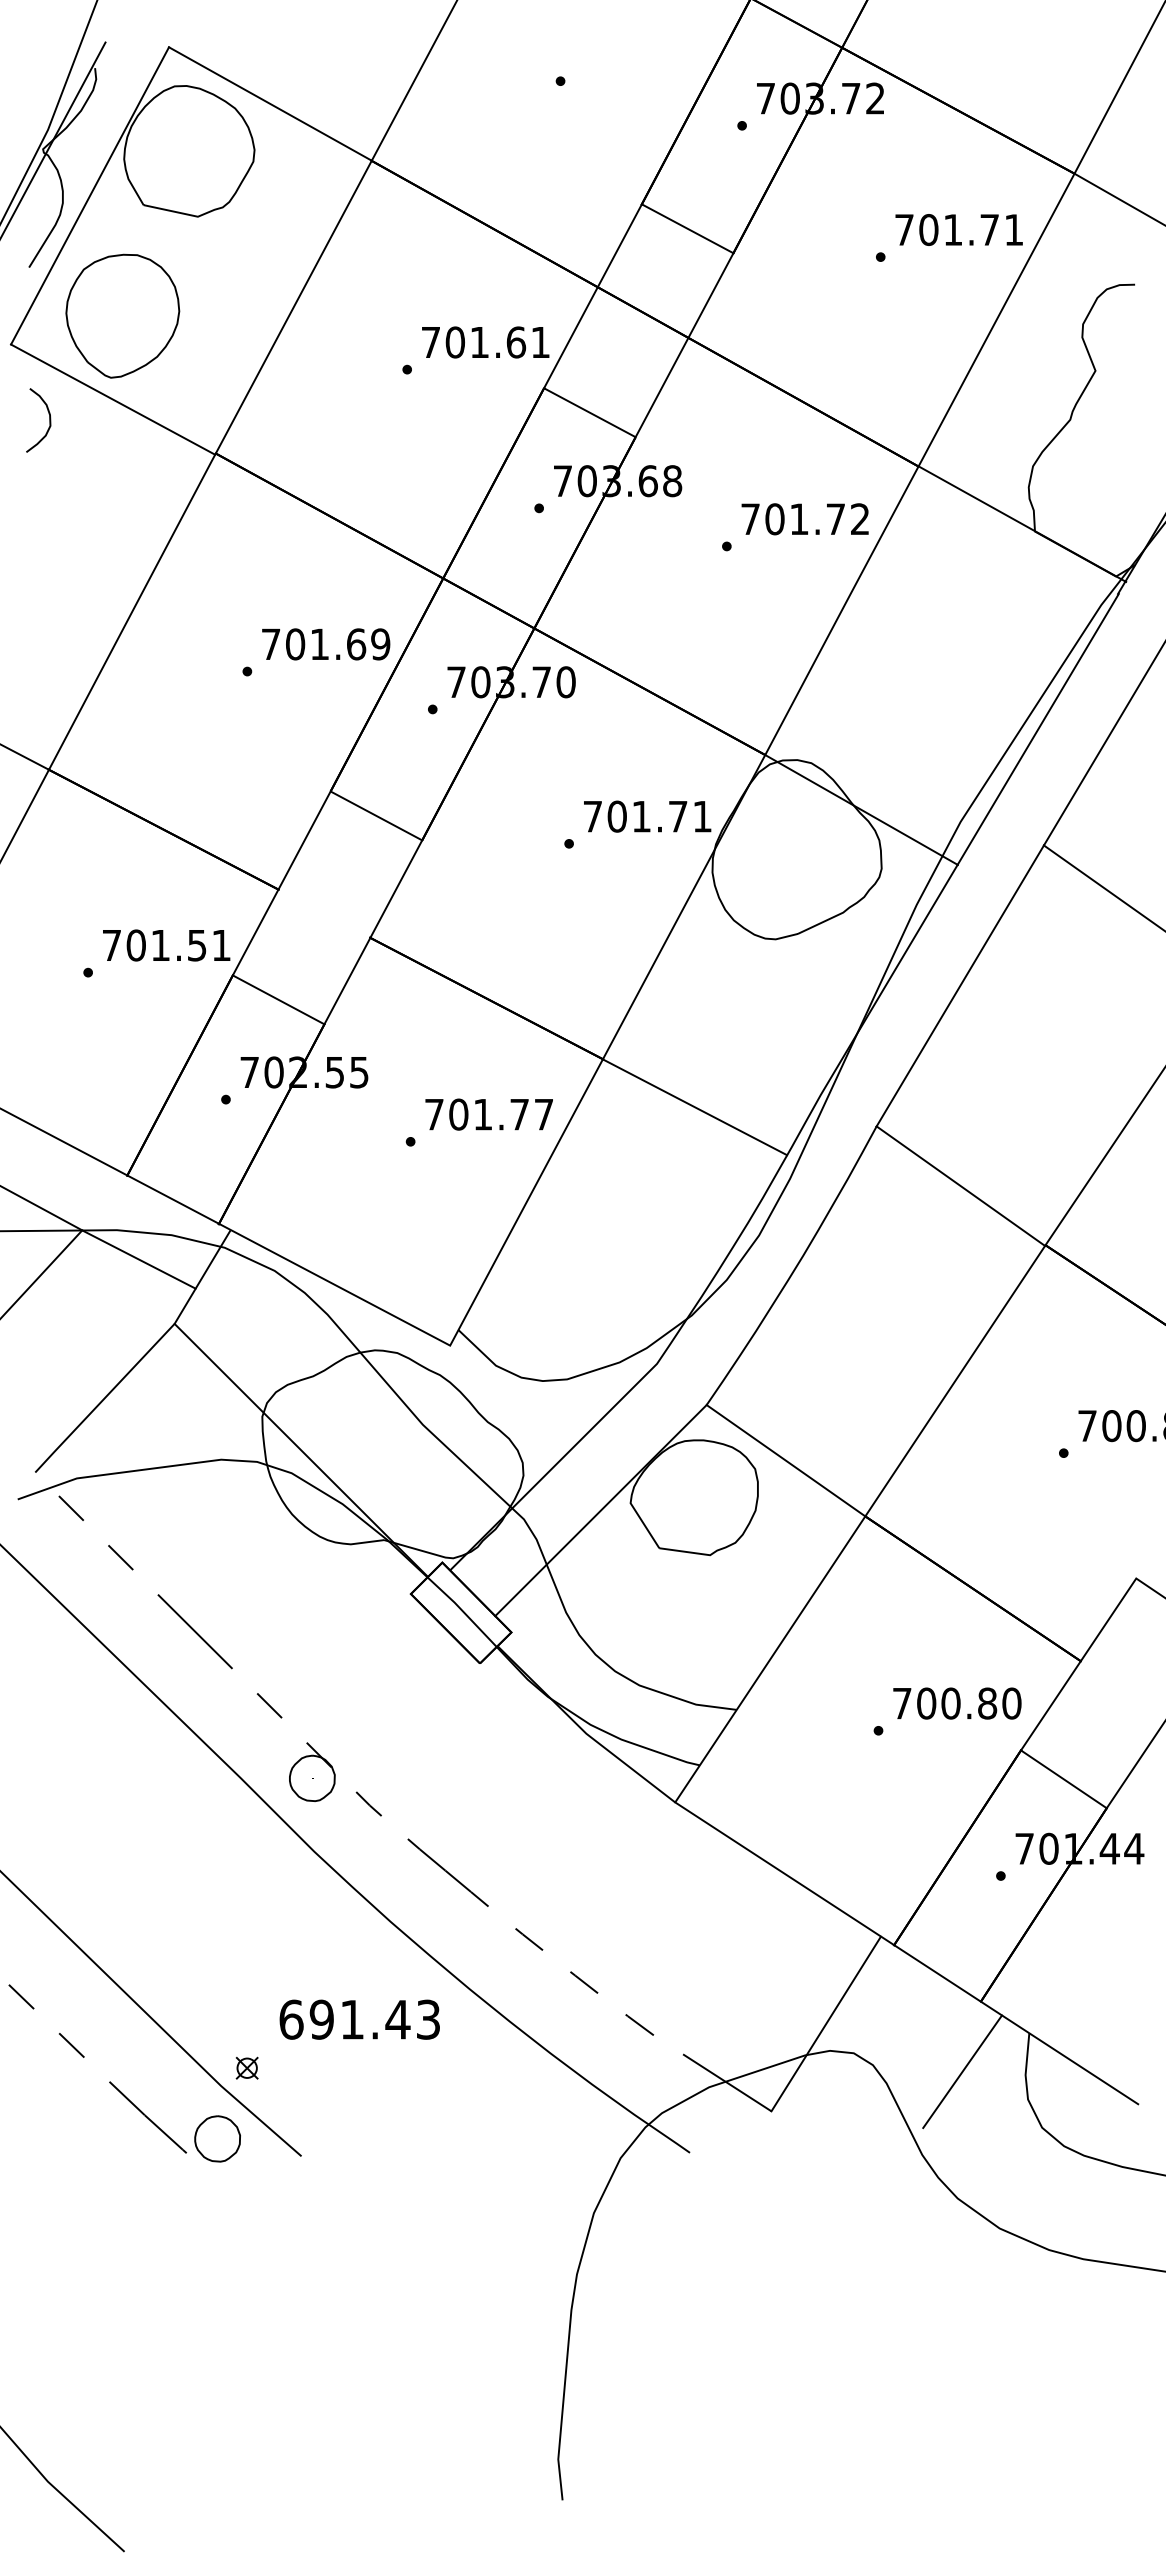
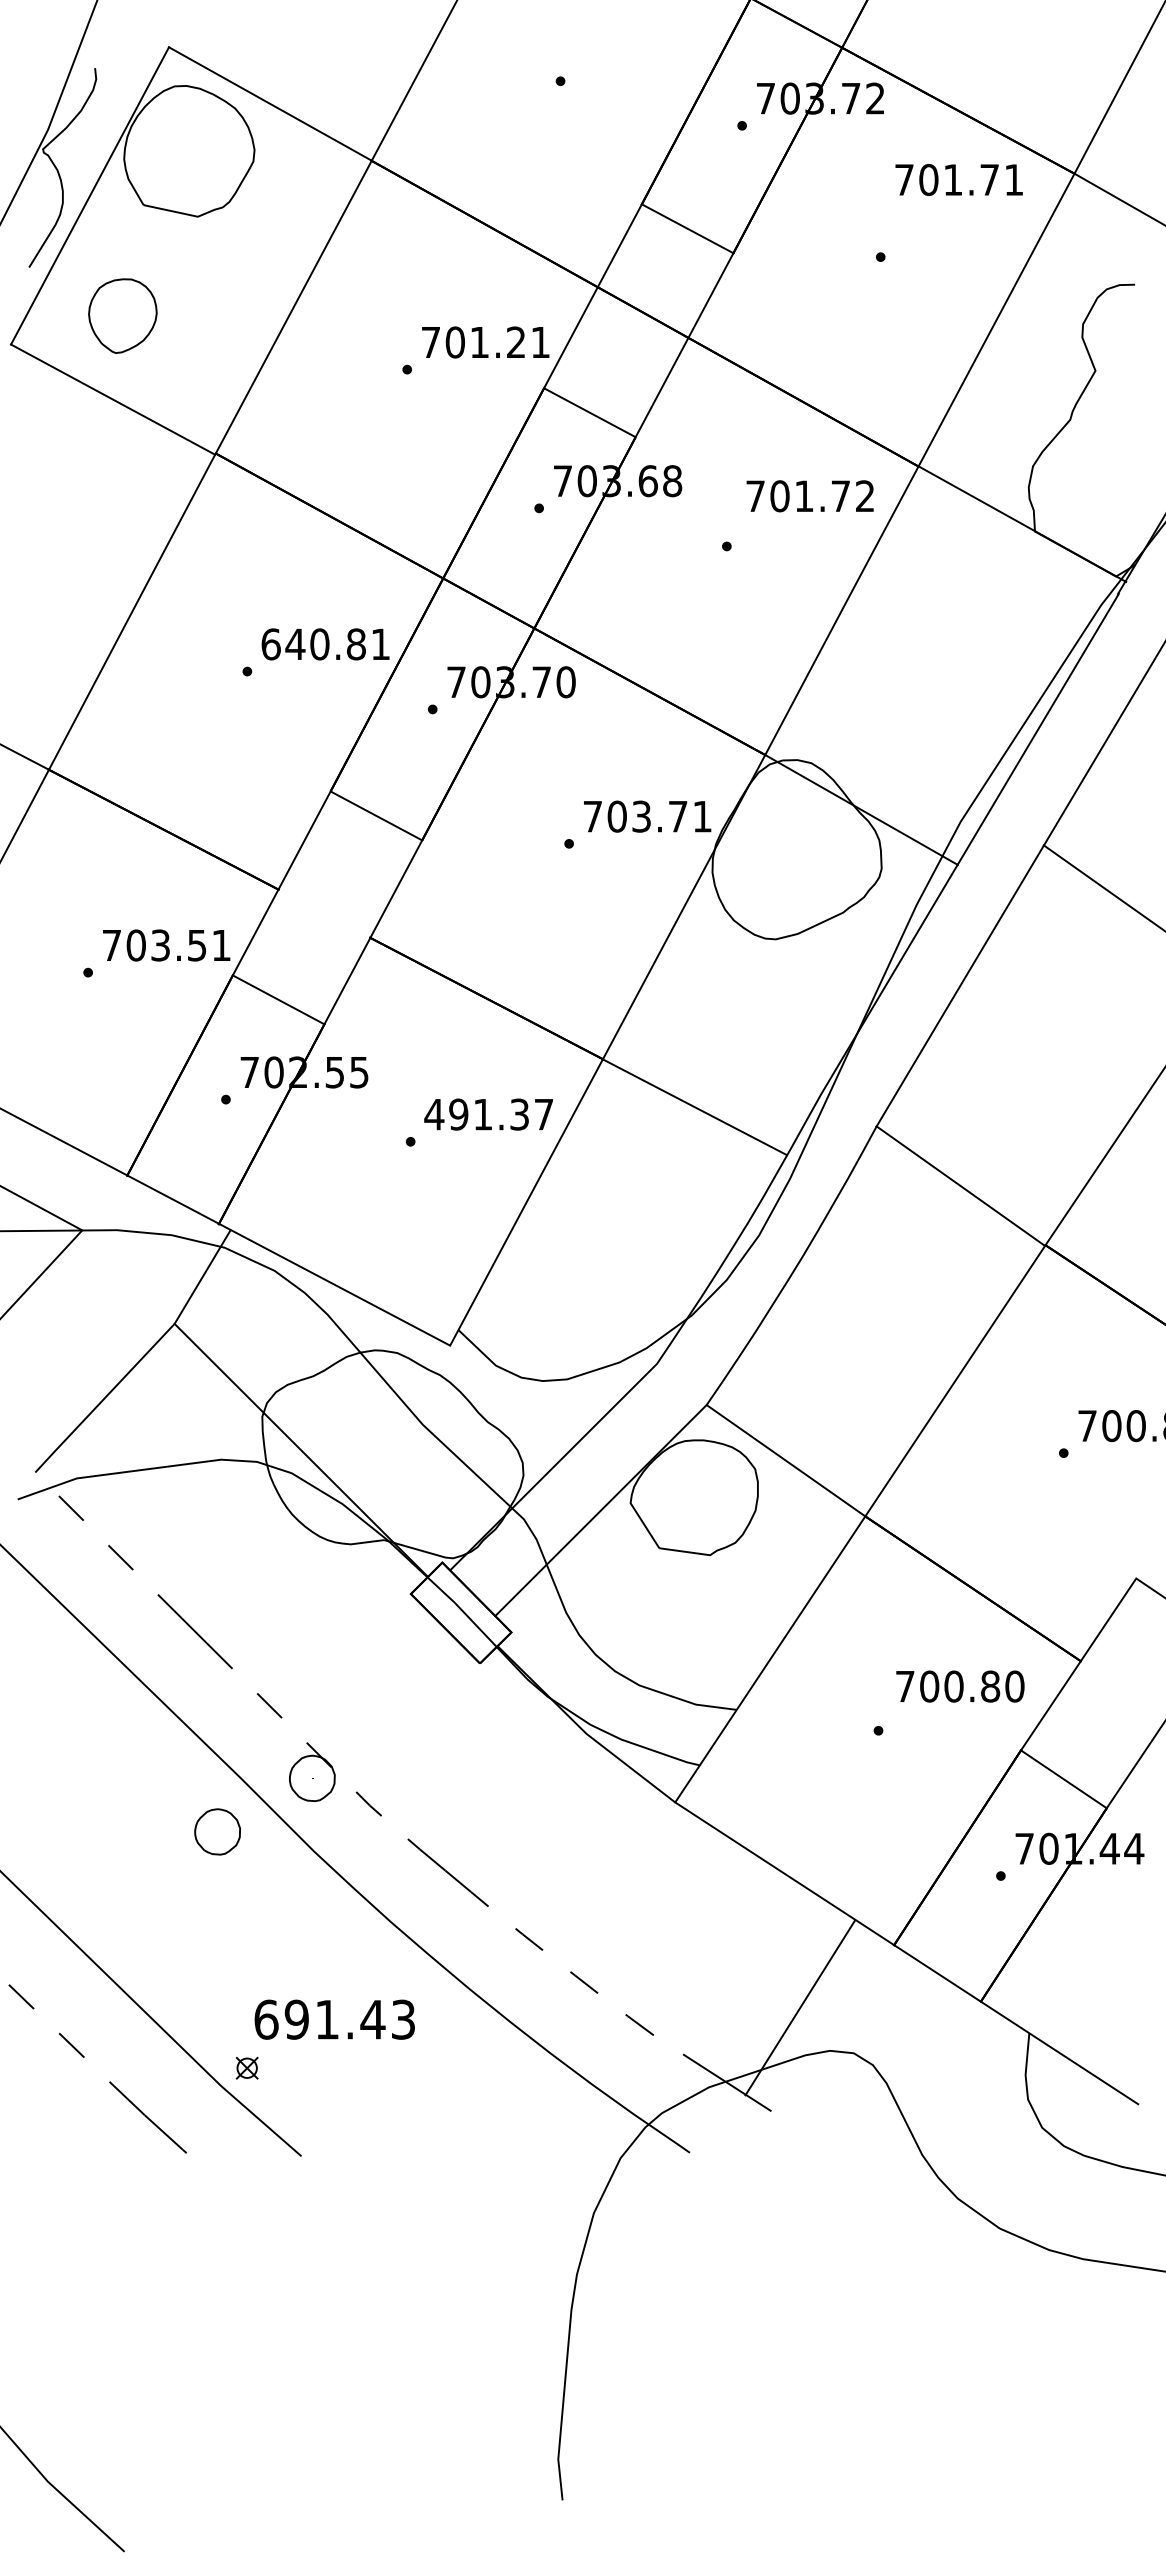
line at (53, 138): present -> none
text at (958, 229) position: (958, 229) -> (958, 179)
part at (122, 315) size: 116x126 px -> 70x76 px
text at (516, 342): 701.61 -> 701.21
curve at (49, 420): present -> none
text at (804, 519) position: (804, 519) -> (809, 496)
text at (325, 644): 701.69 -> 640.81
text at (641, 816): 701.71 -> 703.71
text at (160, 945): 701.51 -> 703.51
text at (476, 1114): 701.77 -> 491.37
line at (138, 1259): present -> none
text at (957, 1703) position: (957, 1703) -> (960, 1686)
text at (359, 2019) position: (359, 2019) -> (334, 2019)
line at (825, 2023) position: (825, 2023) -> (799, 2007)
line at (962, 2071): present -> none
part at (217, 2138) position: (217, 2138) -> (217, 1831)
